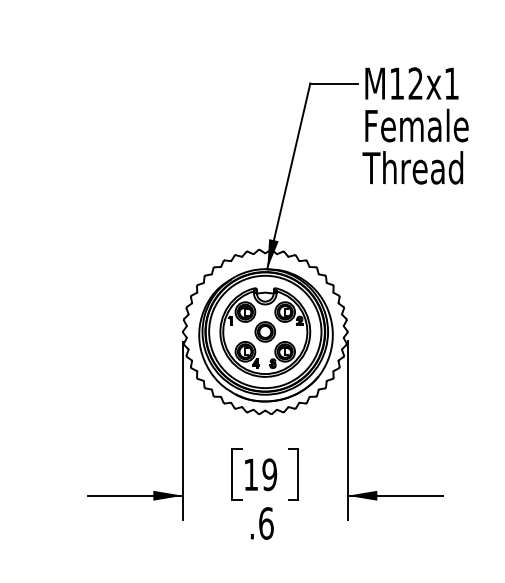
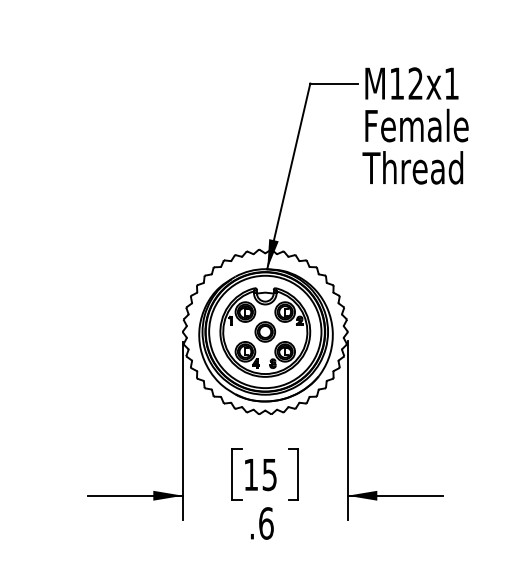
text at (269, 474): 19 -> 15
